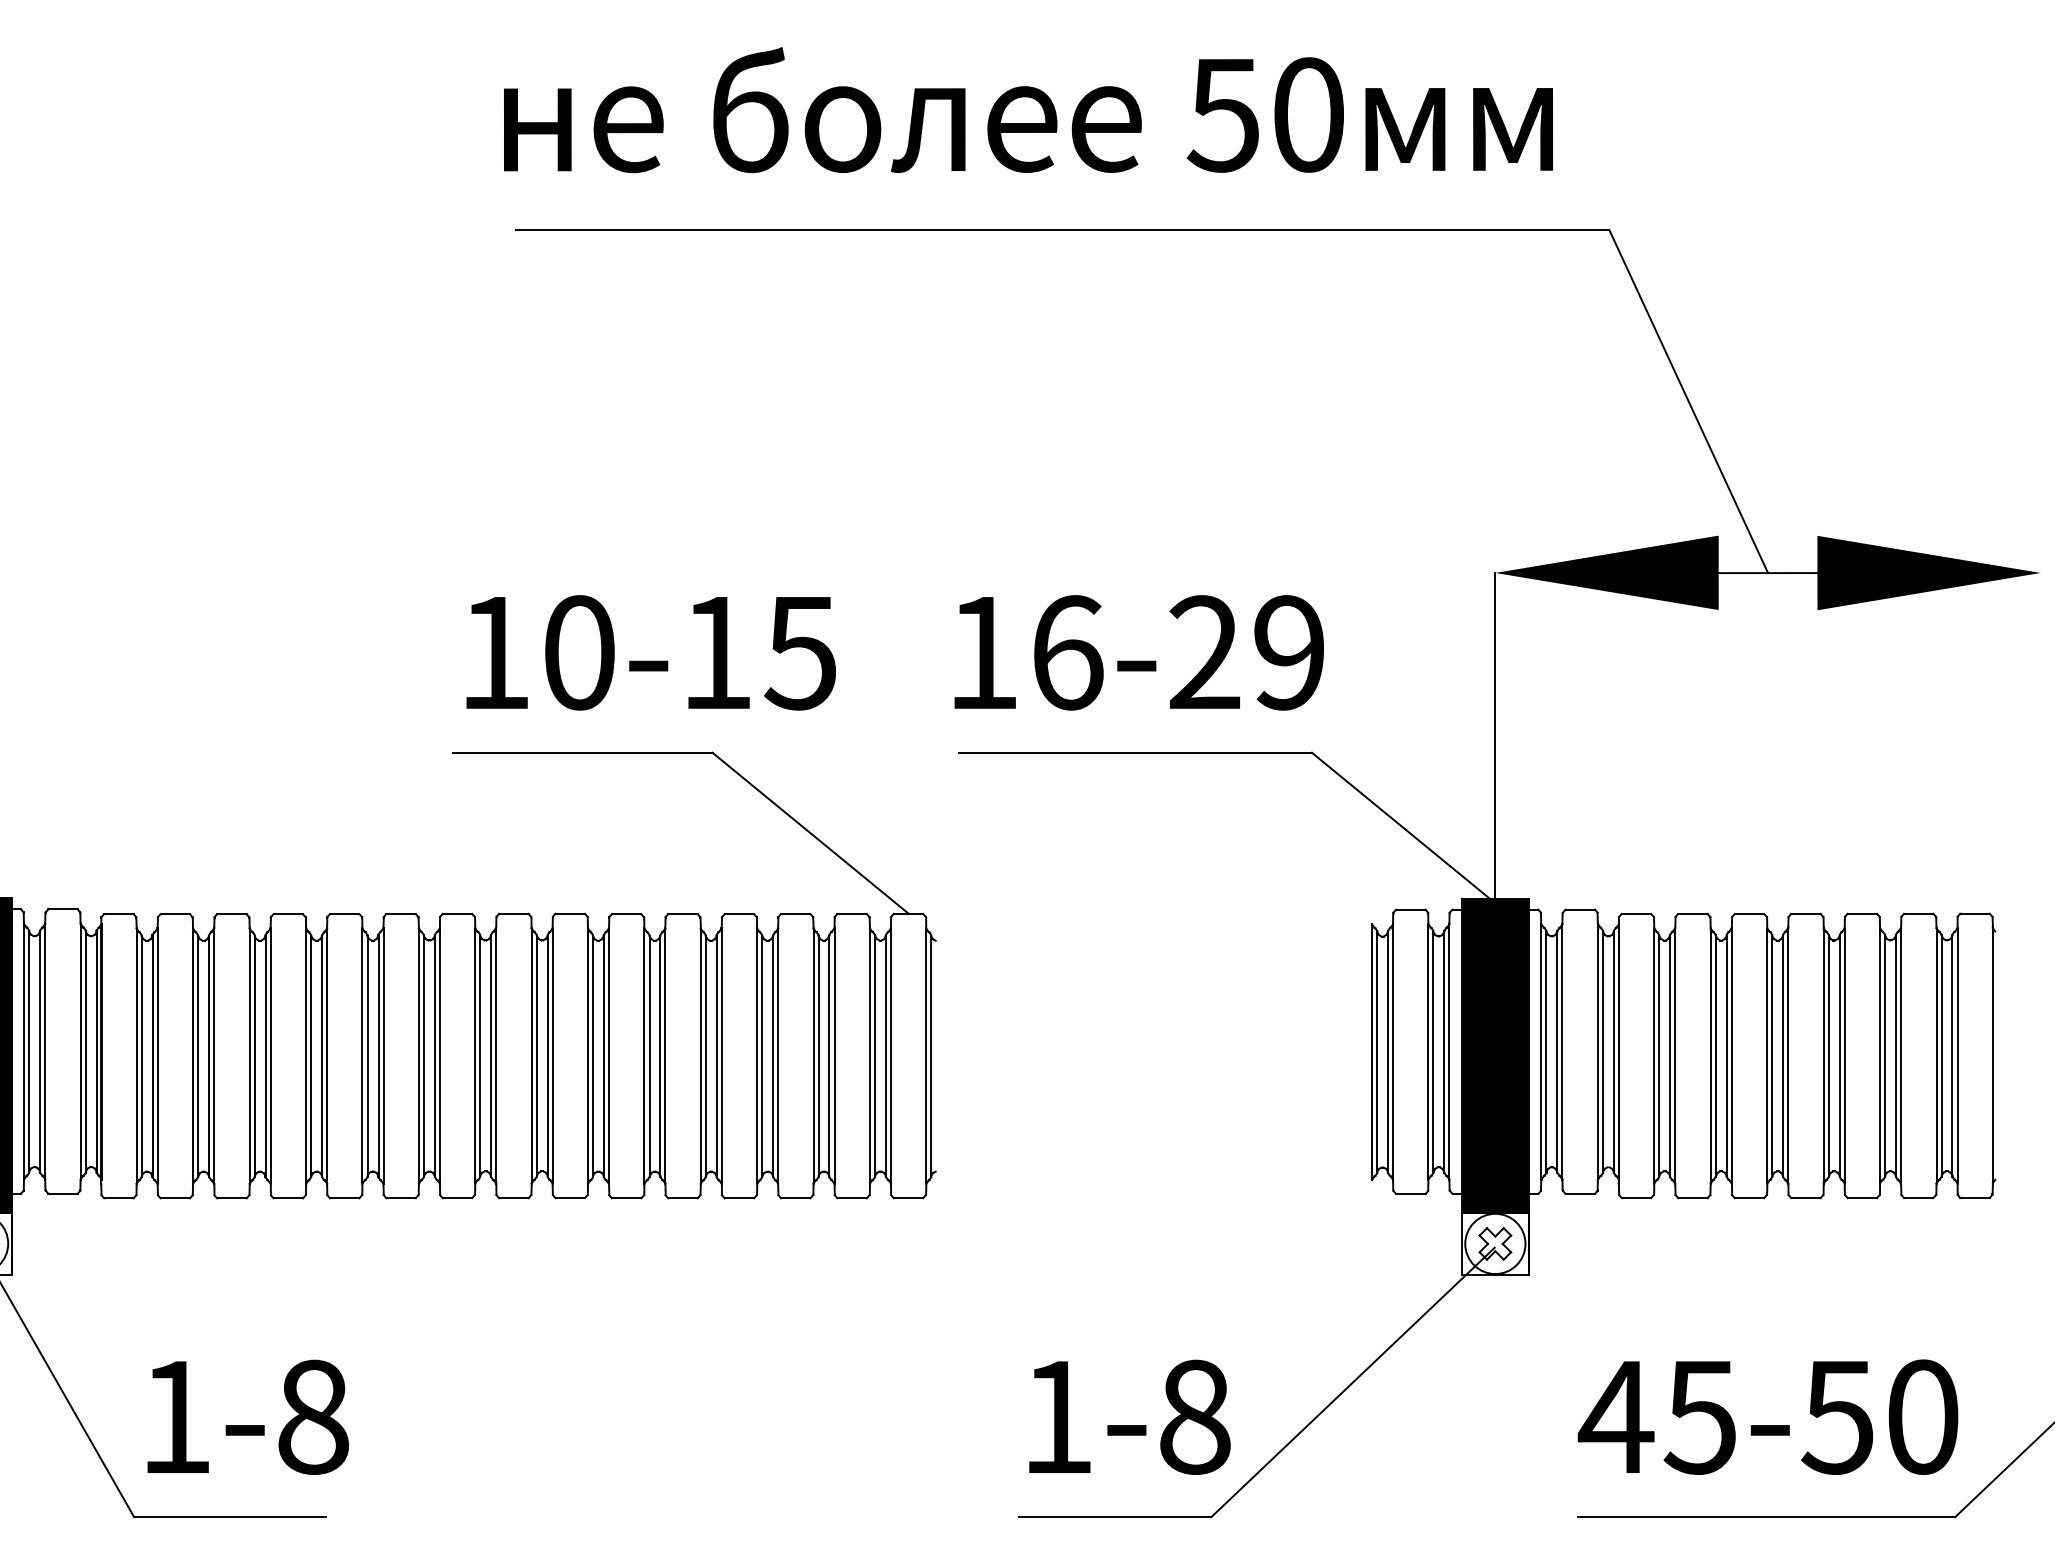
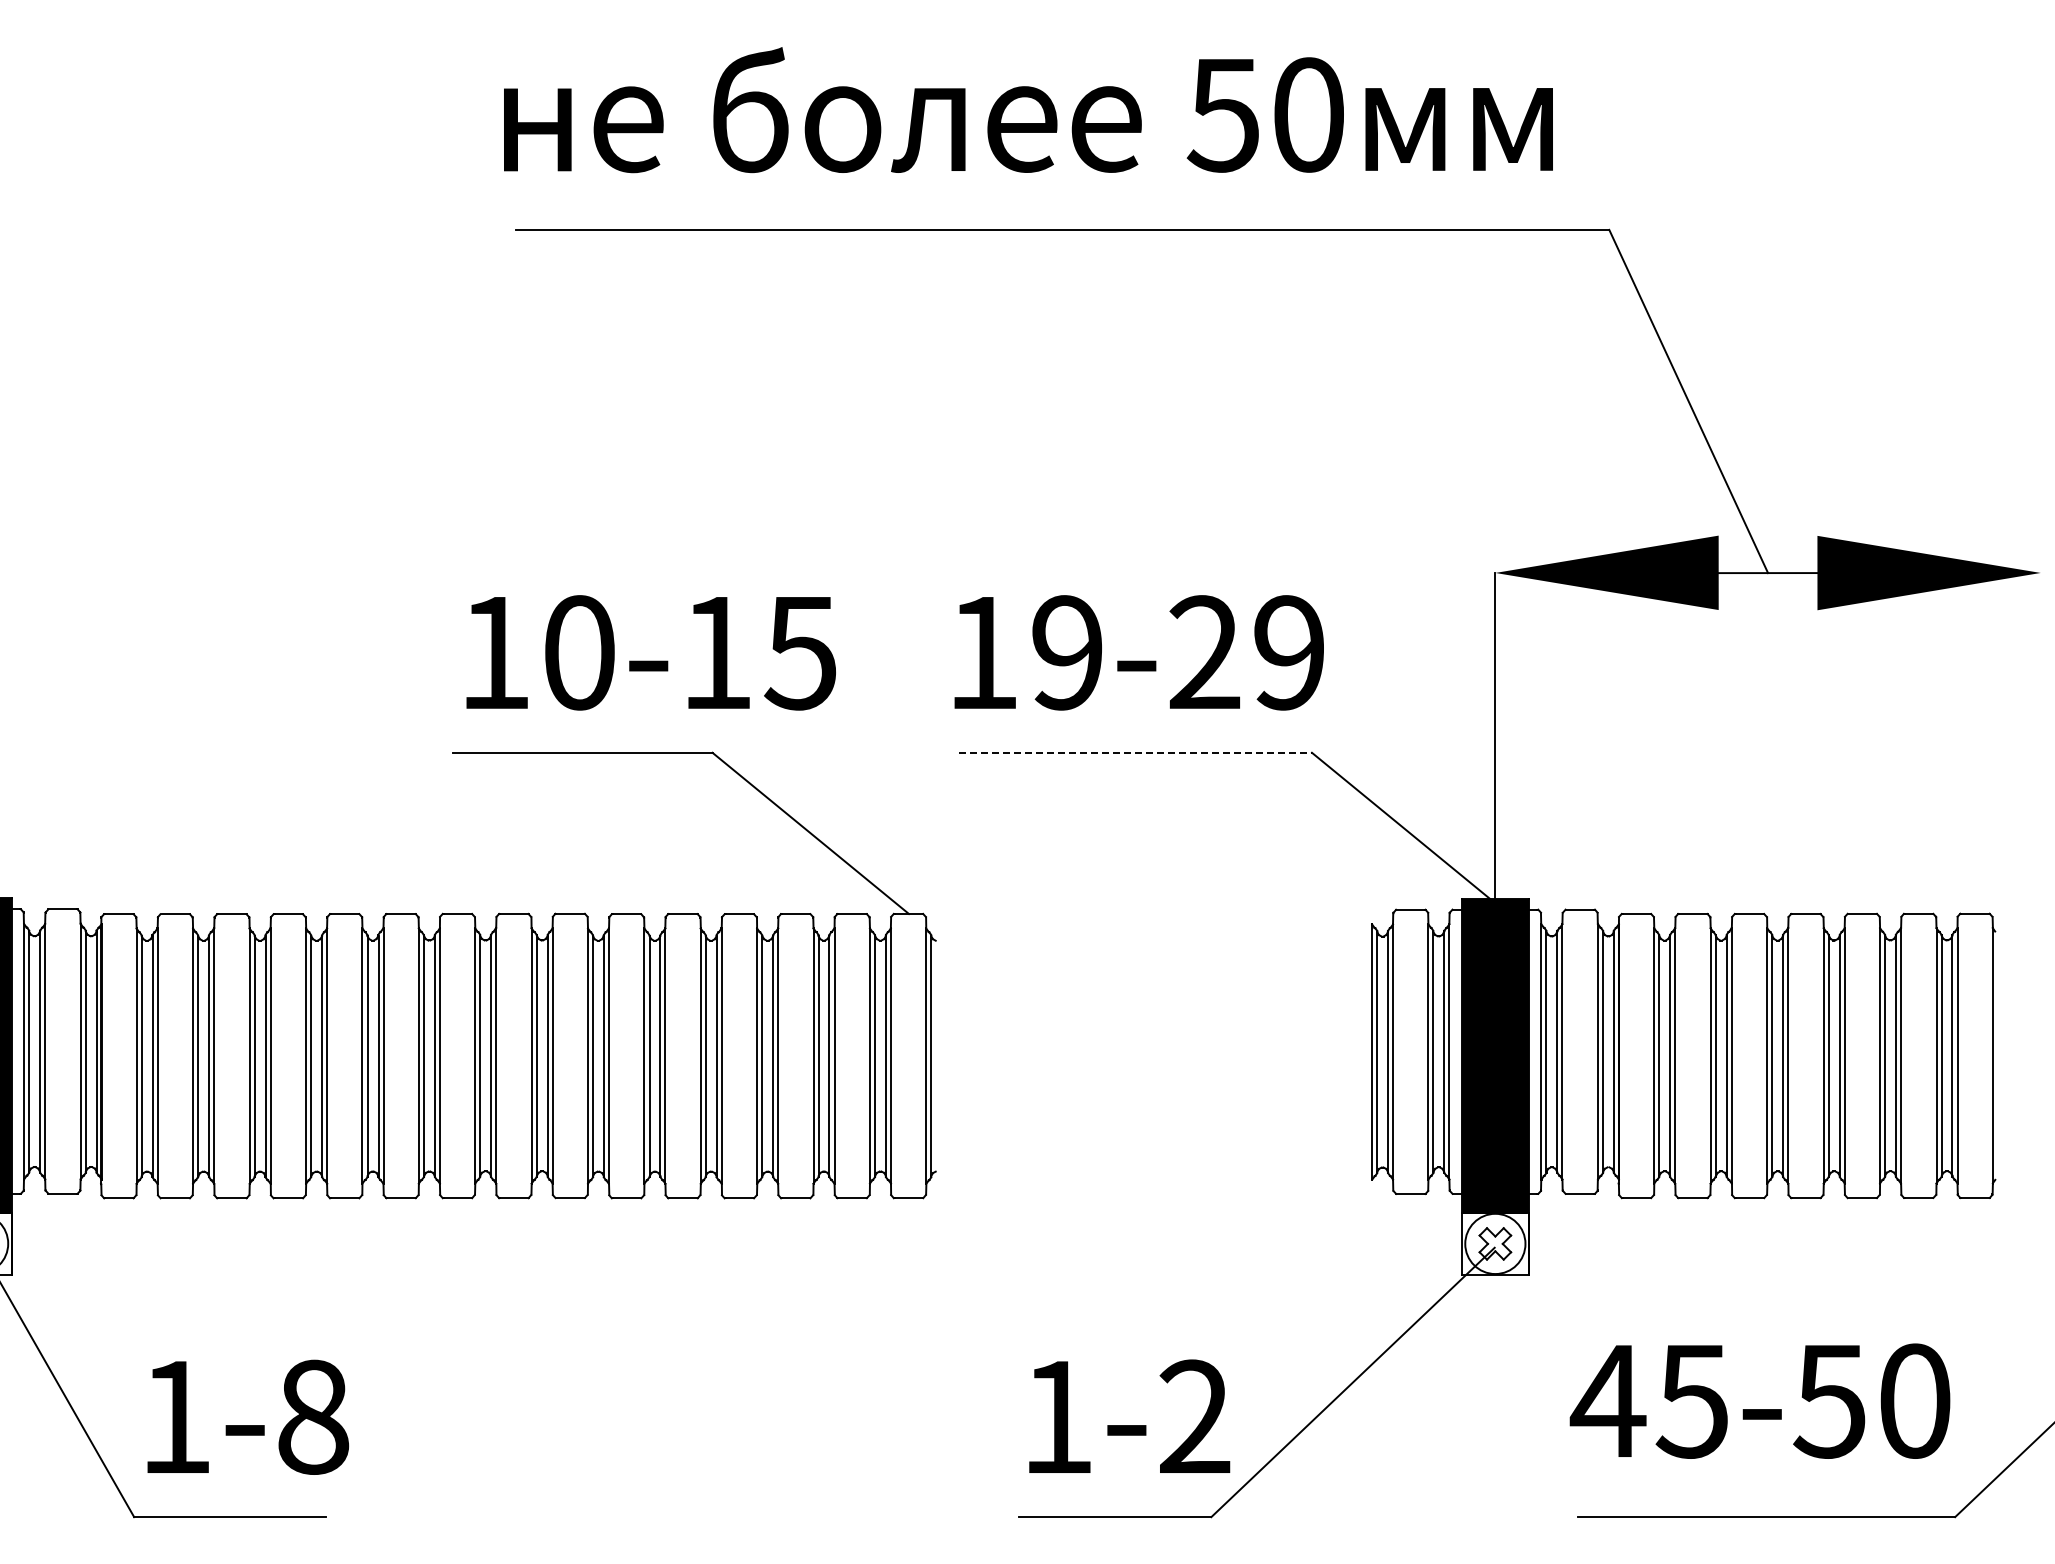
text at (1067, 652): 16-29 -> 19-29
line at (1135, 752): solid -> dashed
text at (1194, 1416): 1-8 -> 1-2
text at (1767, 1416) position: (1767, 1416) -> (1759, 1400)
